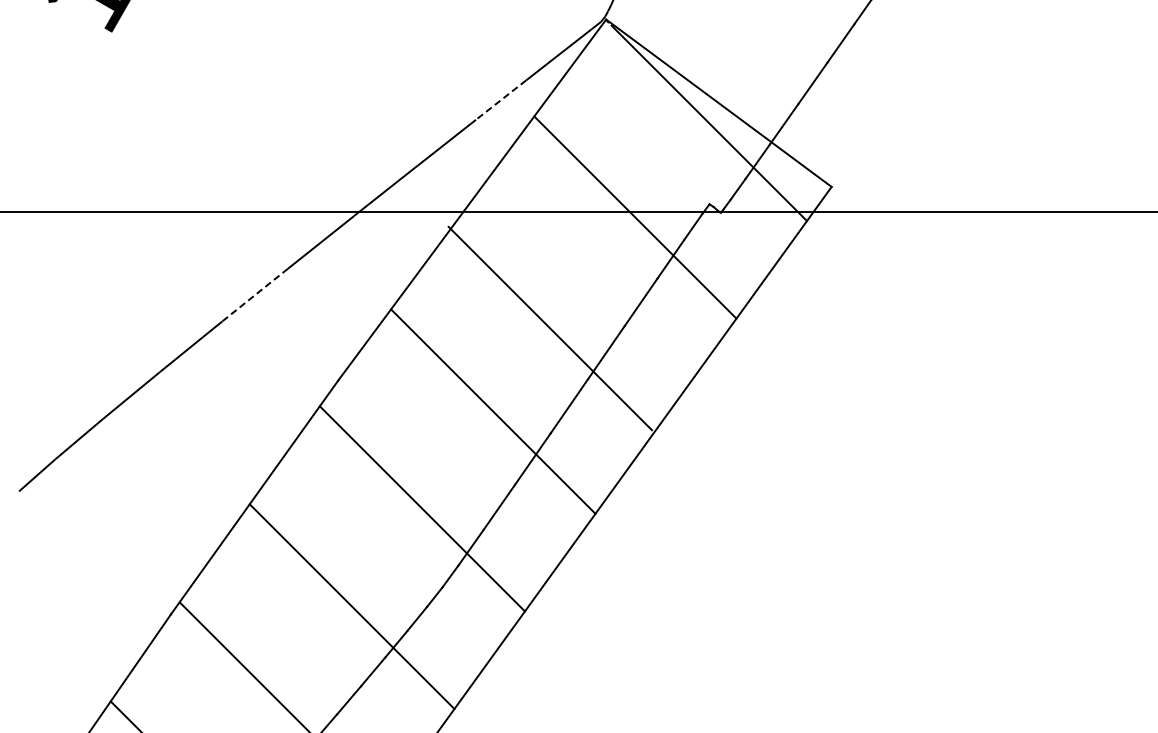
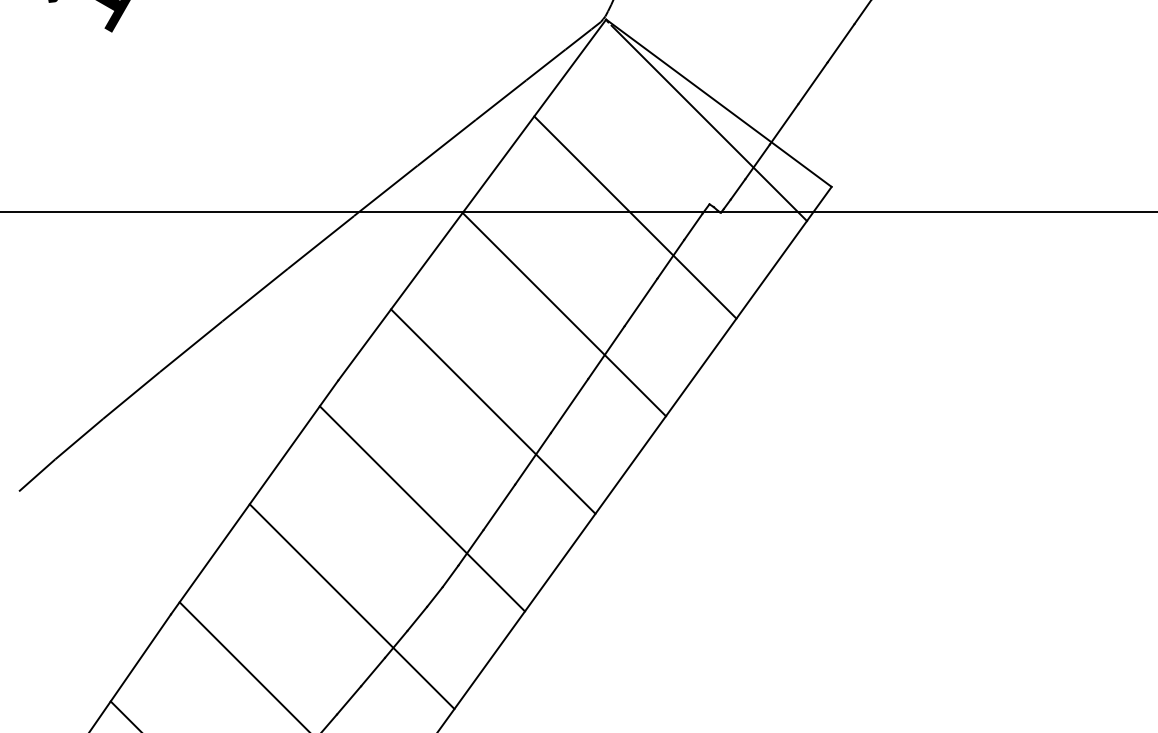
line at (501, 100): dashed -> solid
line at (254, 295): dashed -> solid
line at (549, 328) position: (549, 328) -> (563, 314)
